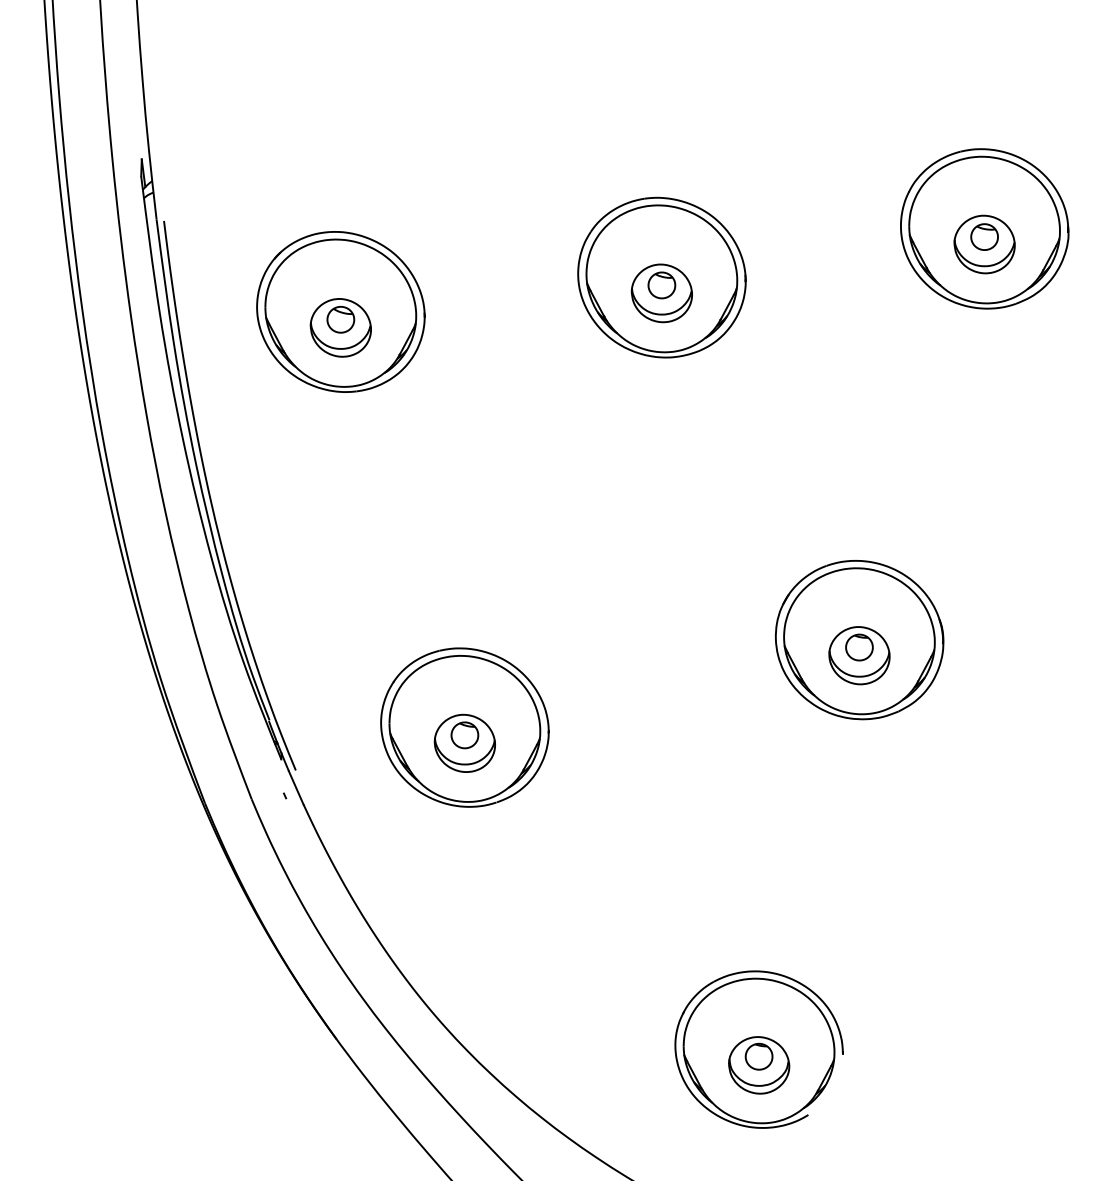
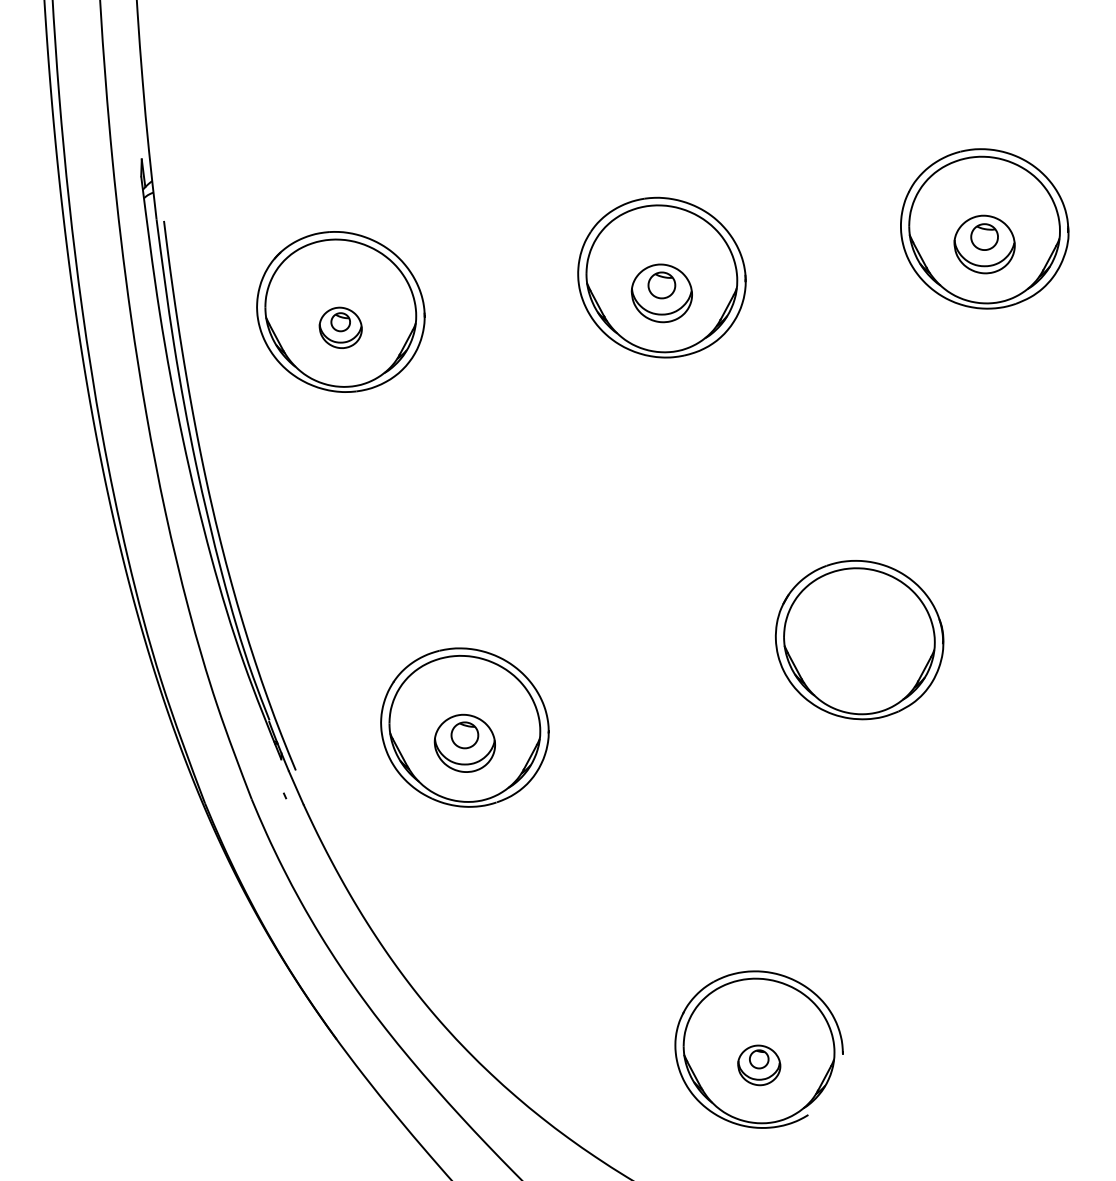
part at (340, 327) size: 63x60 px -> 45x43 px
part at (859, 655): present -> none
part at (759, 1065) size: 63x59 px -> 45x43 px
